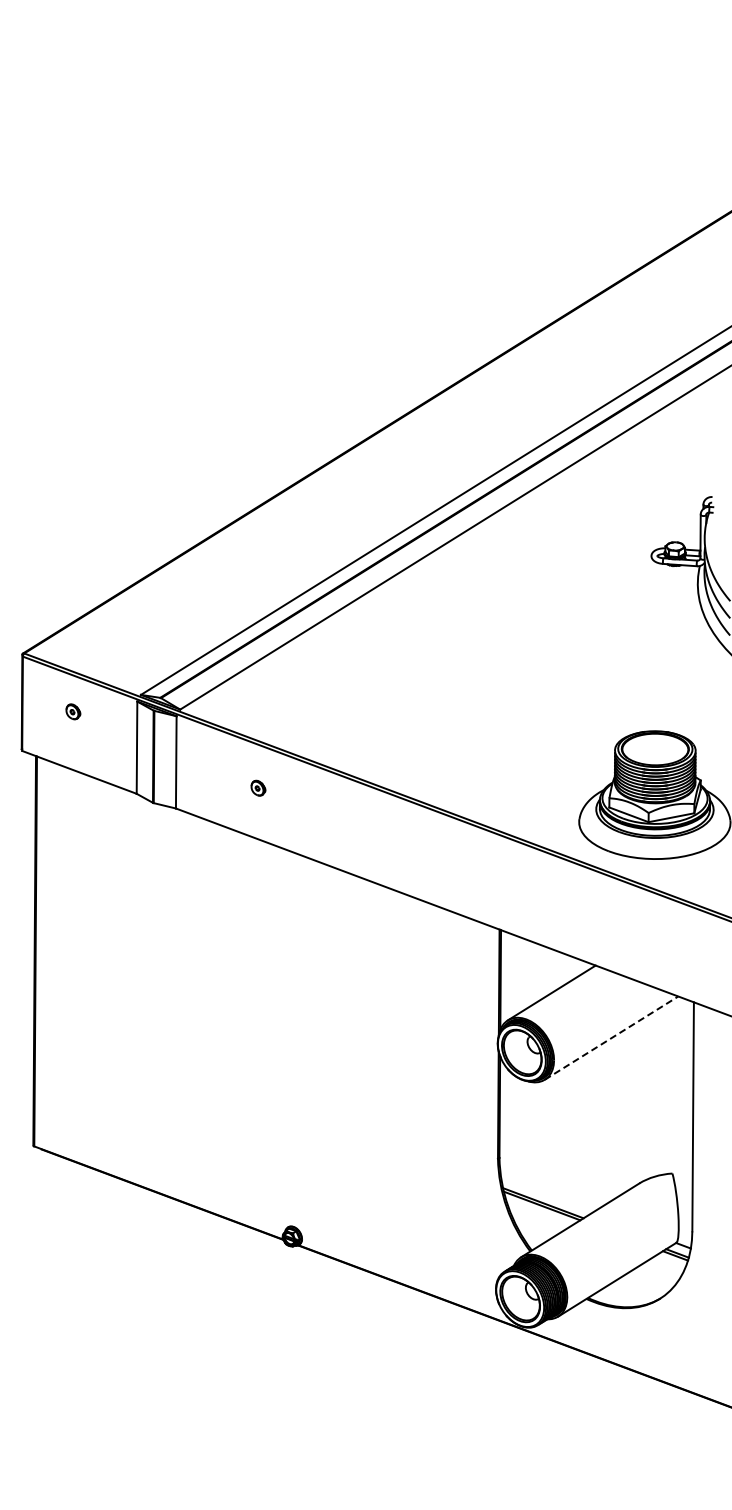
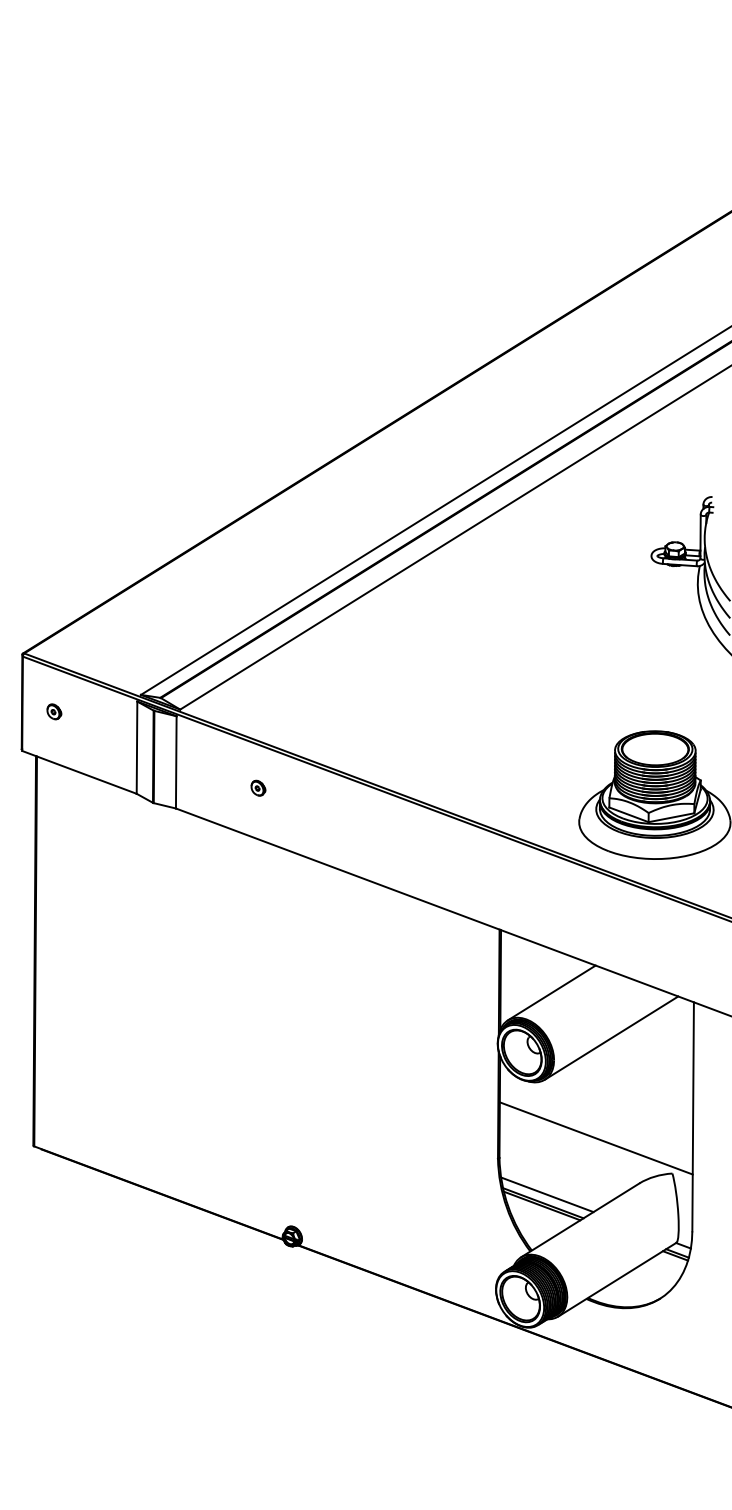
part at (73, 711) position: (73, 711) -> (54, 711)
line at (611, 1038): dashed -> solid
line at (595, 1138): none -> present
line at (546, 1194): none -> present
